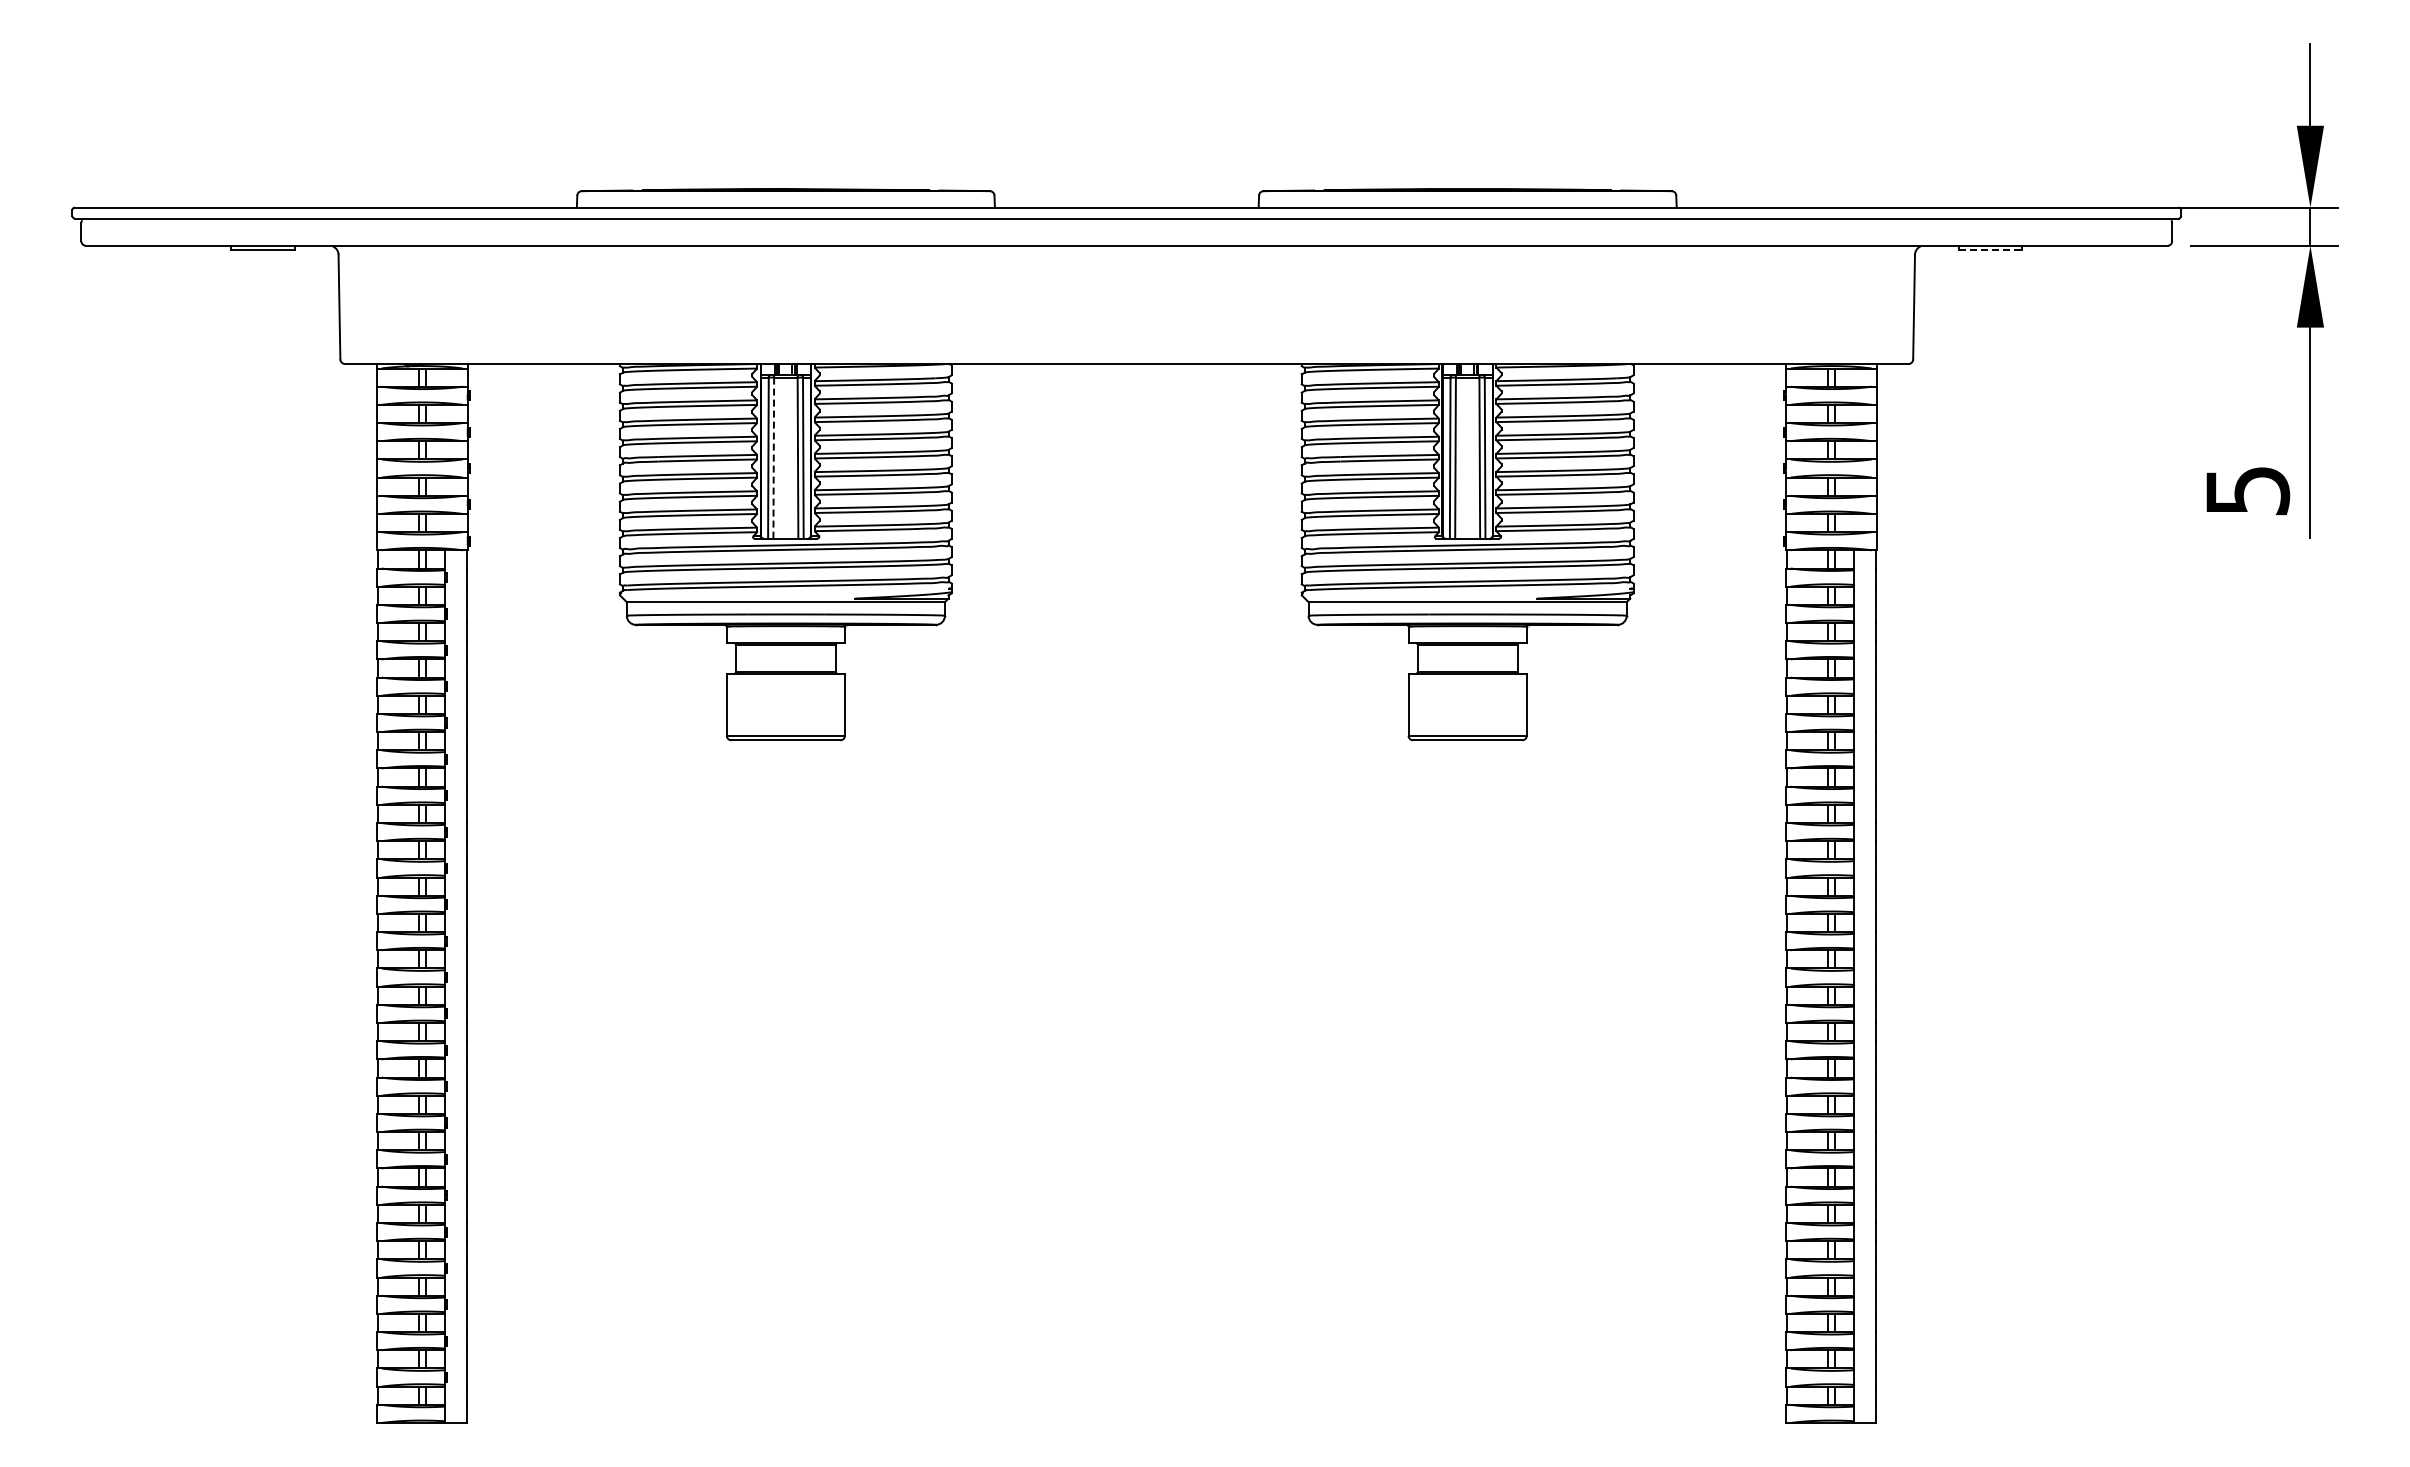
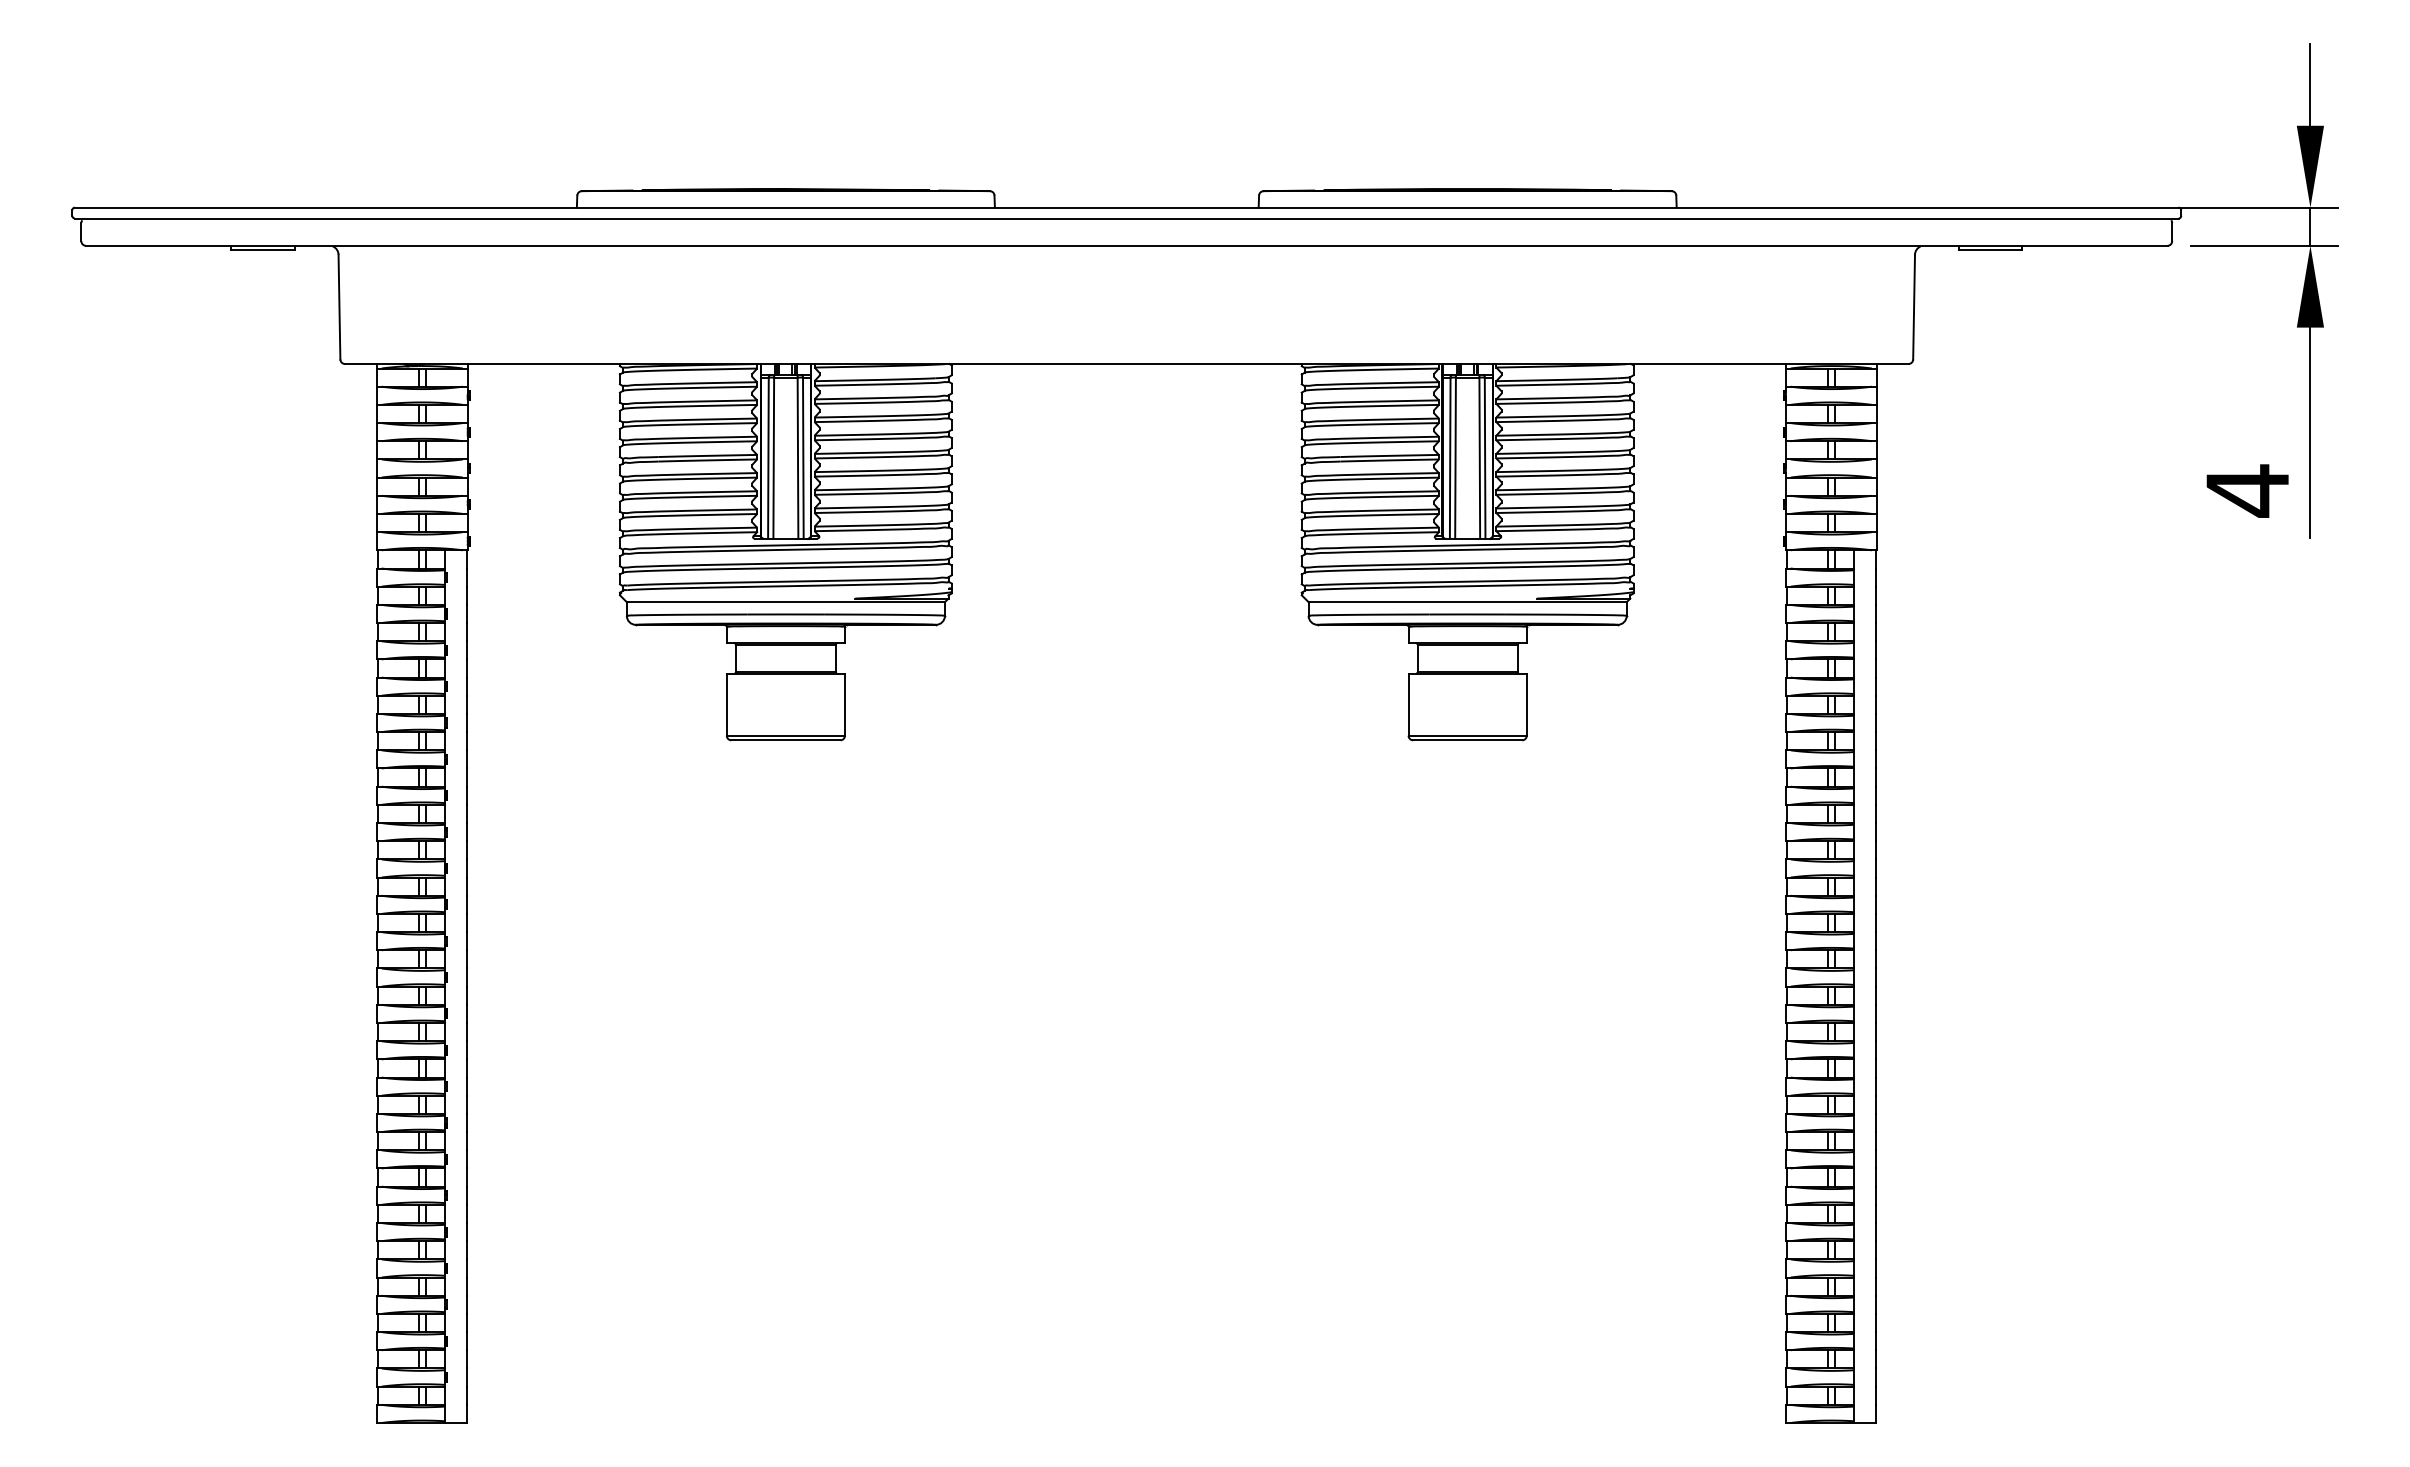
line at (1990, 250): dashed -> solid
line at (773, 458): dashed -> solid
text at (2248, 490): 5 -> 4
